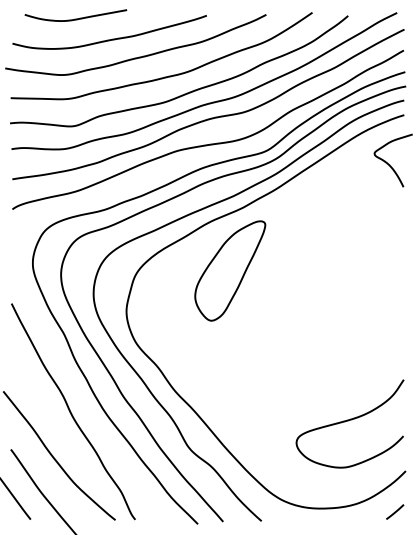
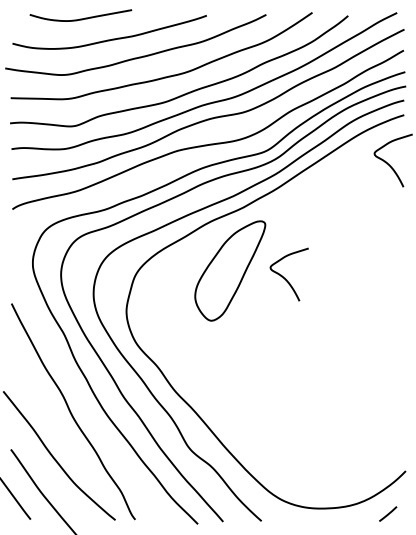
curve at (75, 18) position: (75, 18) -> (80, 18)
curve at (284, 277): none -> present
curve at (348, 421): present -> none
line at (395, 511) position: (395, 511) -> (388, 513)
